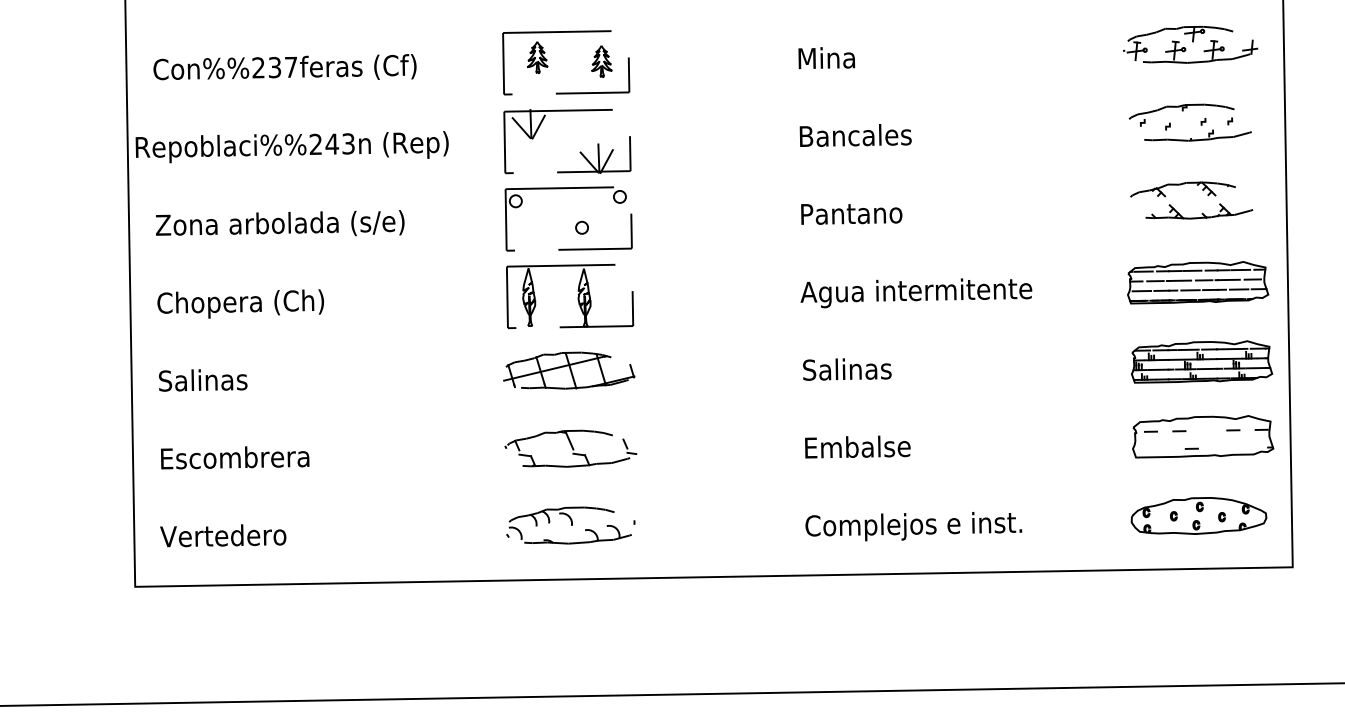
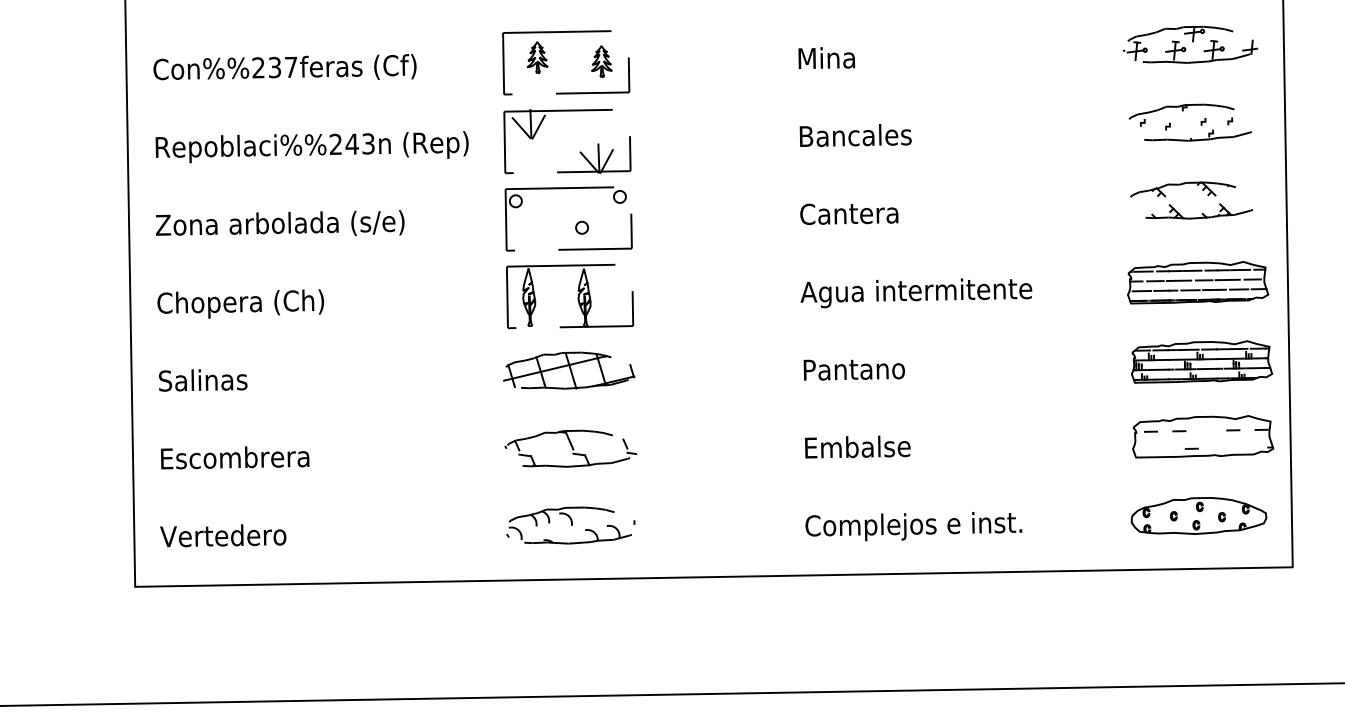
text at (291, 147) position: (291, 147) -> (311, 147)
text at (851, 214): Pantano -> Cantera
text at (853, 369): Salinas -> Pantano
